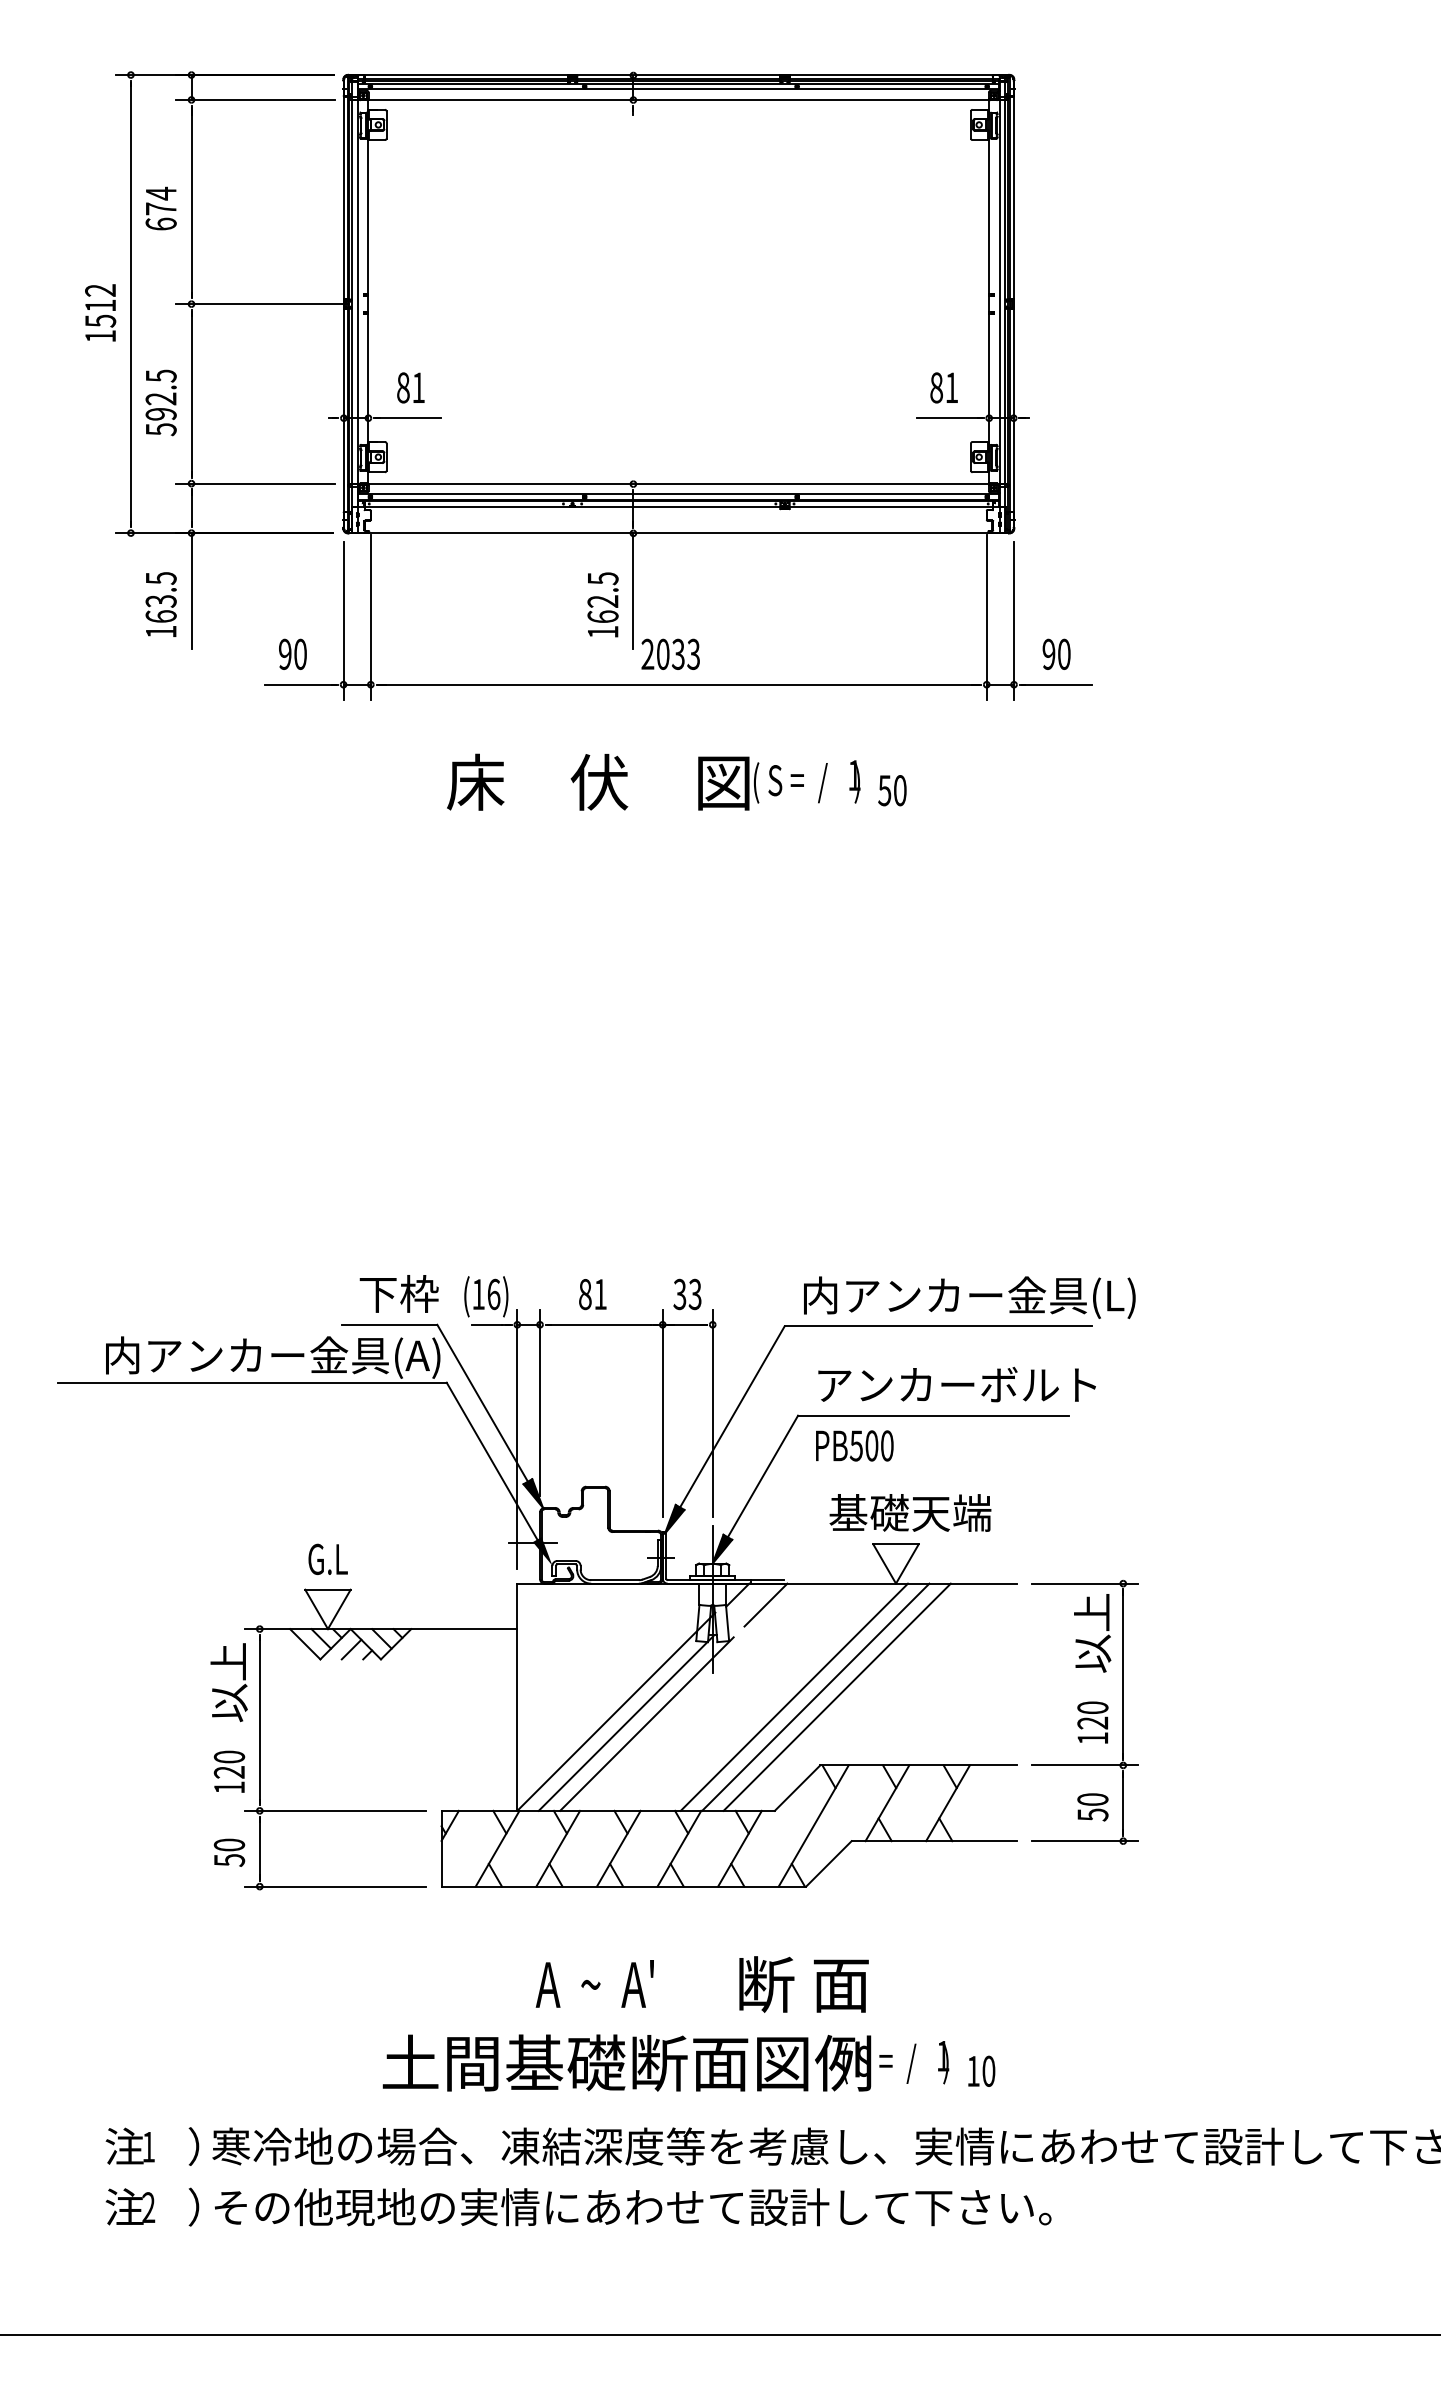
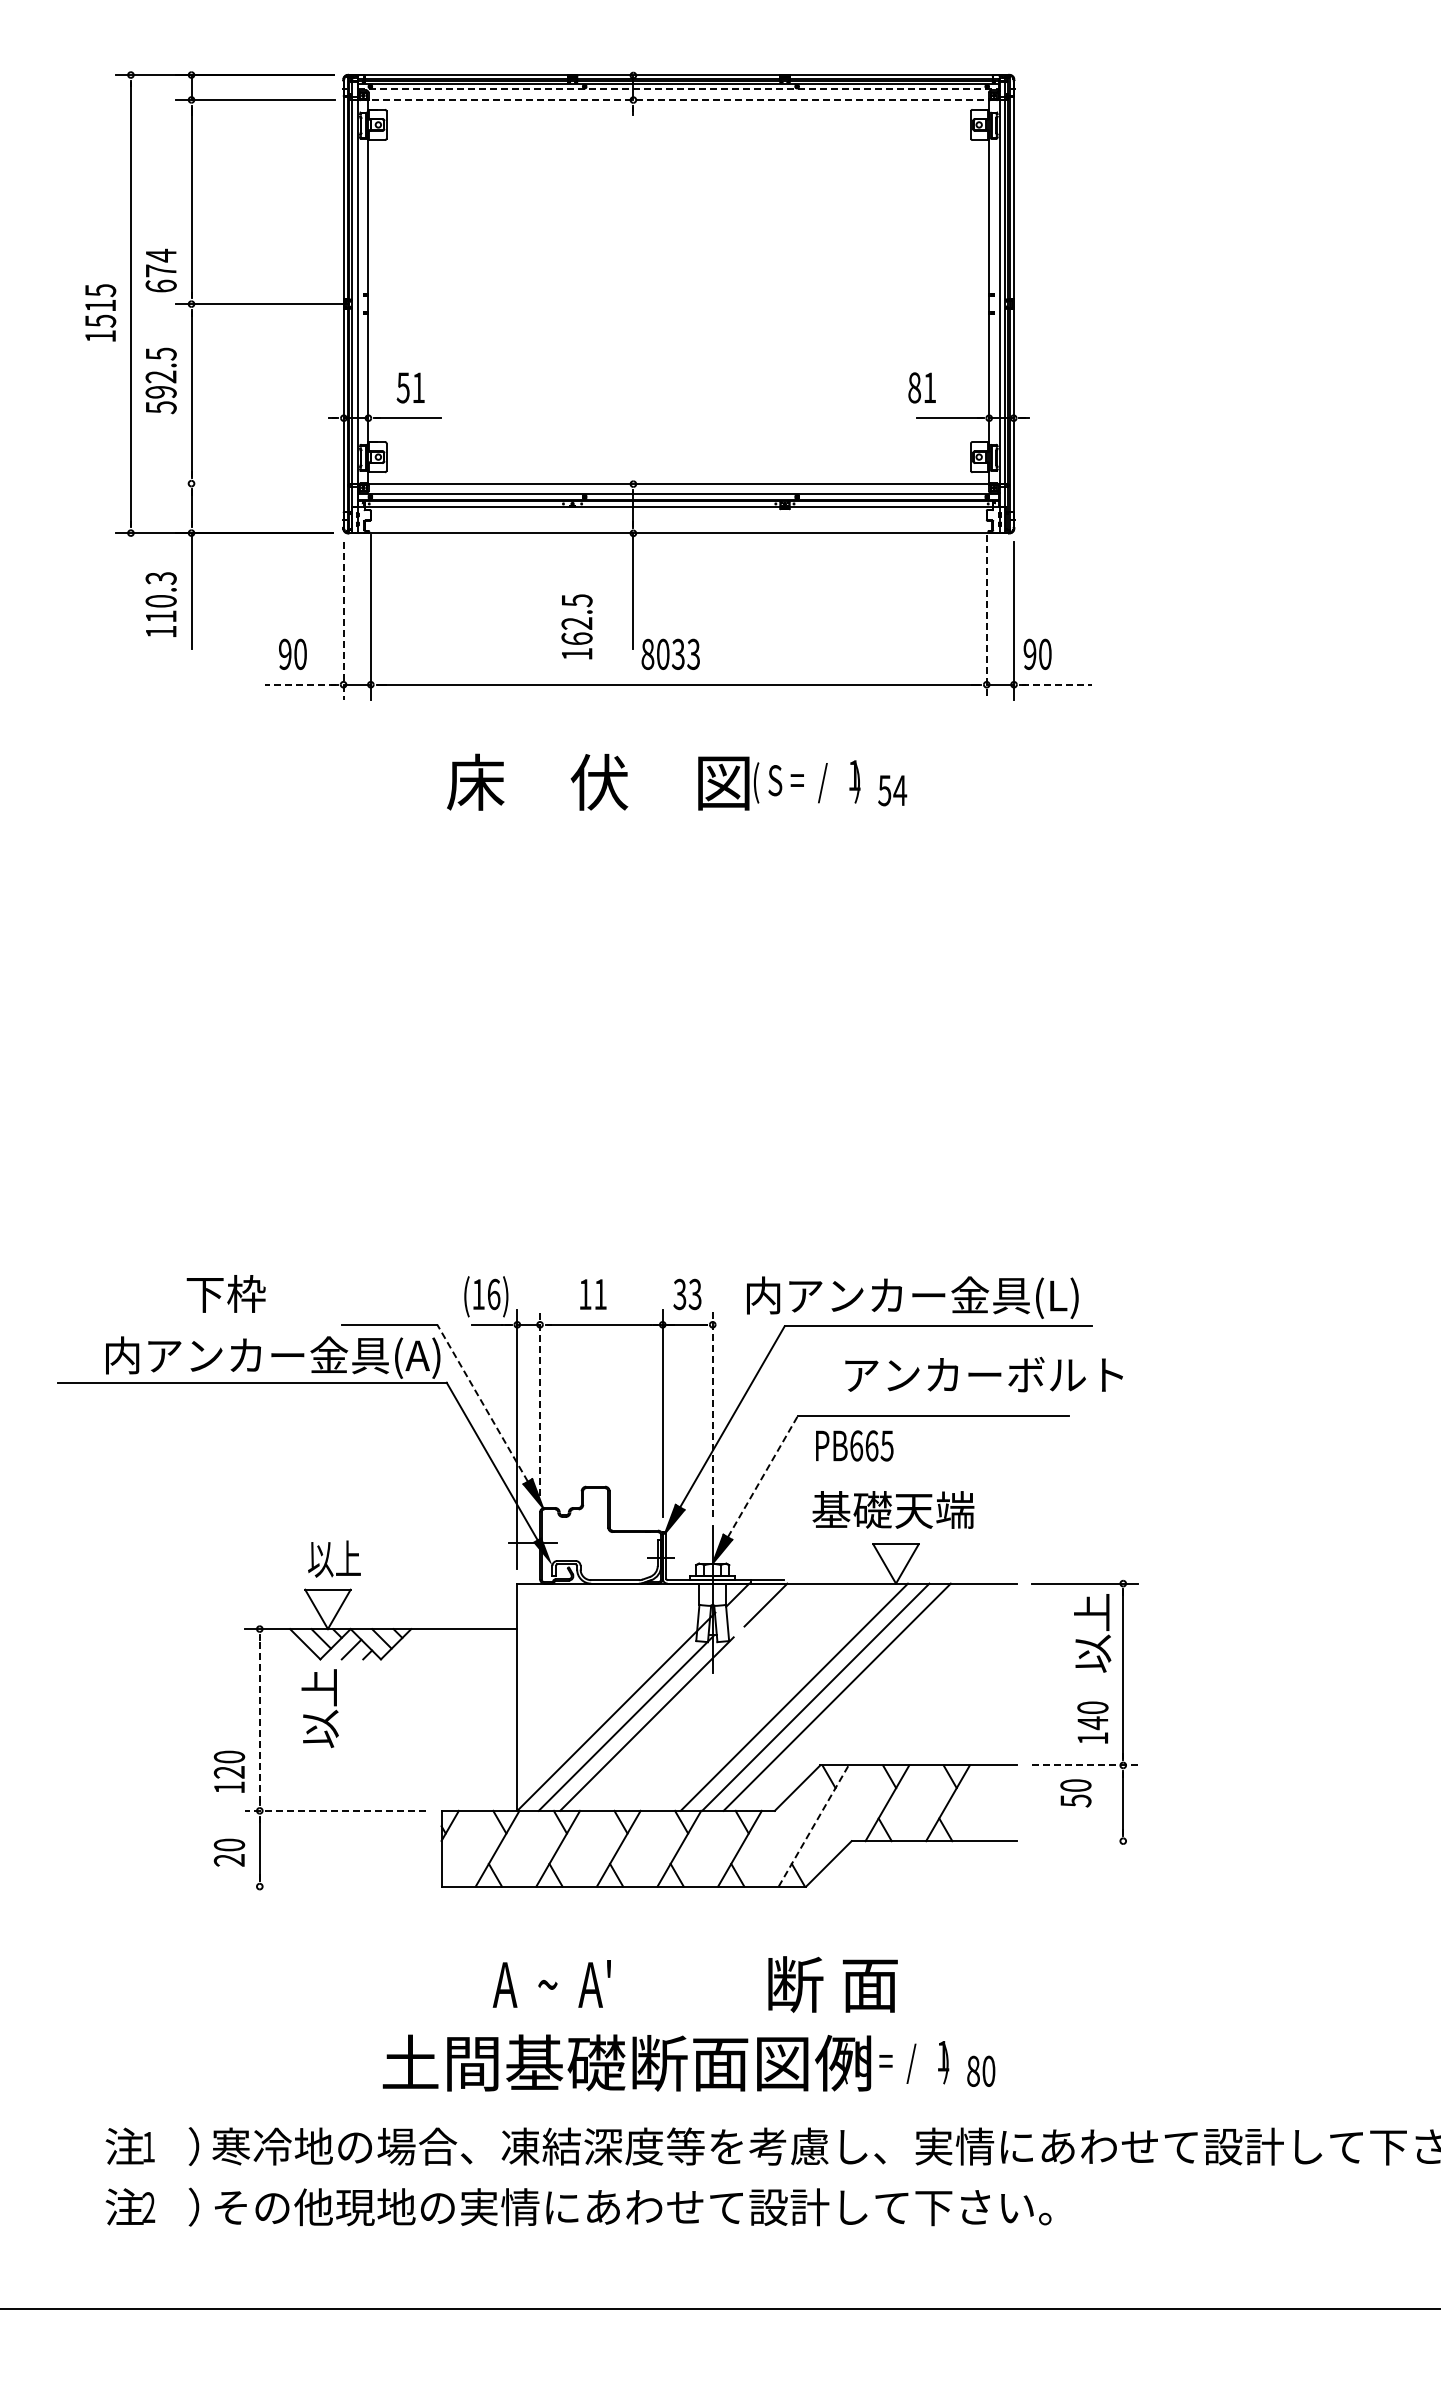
line at (678, 89): solid -> dashed
line at (678, 99): solid -> dashed
text at (160, 208) position: (160, 208) -> (160, 270)
text at (100, 290): 1512 -> 1515
text at (402, 387): 81 -> 51
text at (943, 387) position: (943, 387) -> (921, 387)
text at (160, 402) position: (160, 402) -> (160, 380)
line at (255, 483): present -> none
text at (160, 597): 163.5 -> 110.3
text at (602, 604) position: (602, 604) -> (576, 626)
line at (986, 617): solid -> dashed
line at (343, 621): solid -> dashed
text at (647, 653): 2033 -> 8033
text at (1056, 653) position: (1056, 653) -> (1037, 653)
line at (300, 684): solid -> dashed
line at (1057, 684): solid -> dashed
text at (900, 790): 50 -> 54
text at (398, 1293) position: (398, 1293) -> (225, 1293)
text at (585, 1294): 81 -> 11
text at (969, 1297) position: (969, 1297) -> (912, 1297)
text at (956, 1384) position: (956, 1384) -> (983, 1374)
line at (540, 1402): solid -> dashed
line at (482, 1403): solid -> dashed
line at (712, 1413): solid -> dashed
text at (871, 1445): PB500 -> PB665
line at (763, 1476): solid -> dashed
text at (910, 1512) position: (910, 1512) -> (893, 1509)
text at (334, 1558): G.L -> 以上
text at (228, 1682) position: (228, 1682) -> (319, 1708)
line at (259, 1719): solid -> dashed
text at (1092, 1723): 120 -> 140
line at (1085, 1765): solid -> dashed
text at (1092, 1807) position: (1092, 1807) -> (1075, 1793)
line at (335, 1810): solid -> dashed
line at (813, 1826): solid -> dashed
line at (1085, 1841): present -> none
text at (229, 1860): 50 -> 20
line at (335, 1886): present -> none
text at (594, 1983) position: (594, 1983) -> (551, 1983)
text at (803, 1984) position: (803, 1984) -> (832, 1984)
text at (973, 2070): 10 -> 80
line at (719, 2334) position: (719, 2334) -> (719, 2308)
